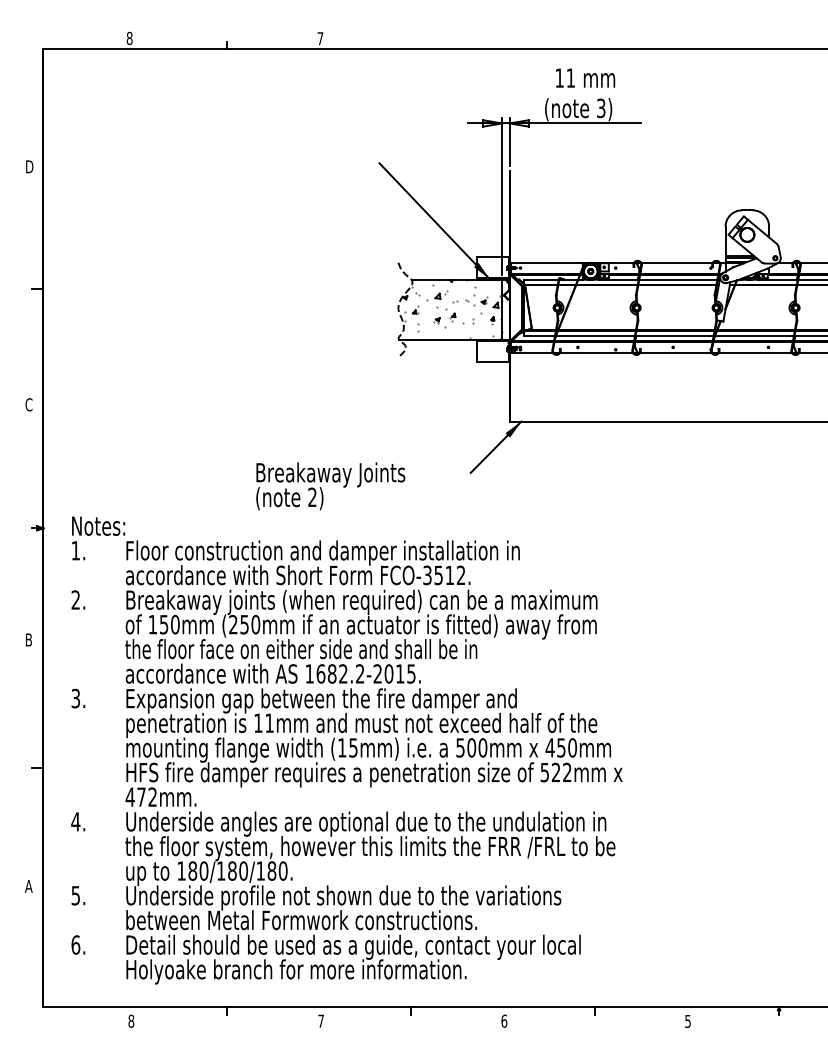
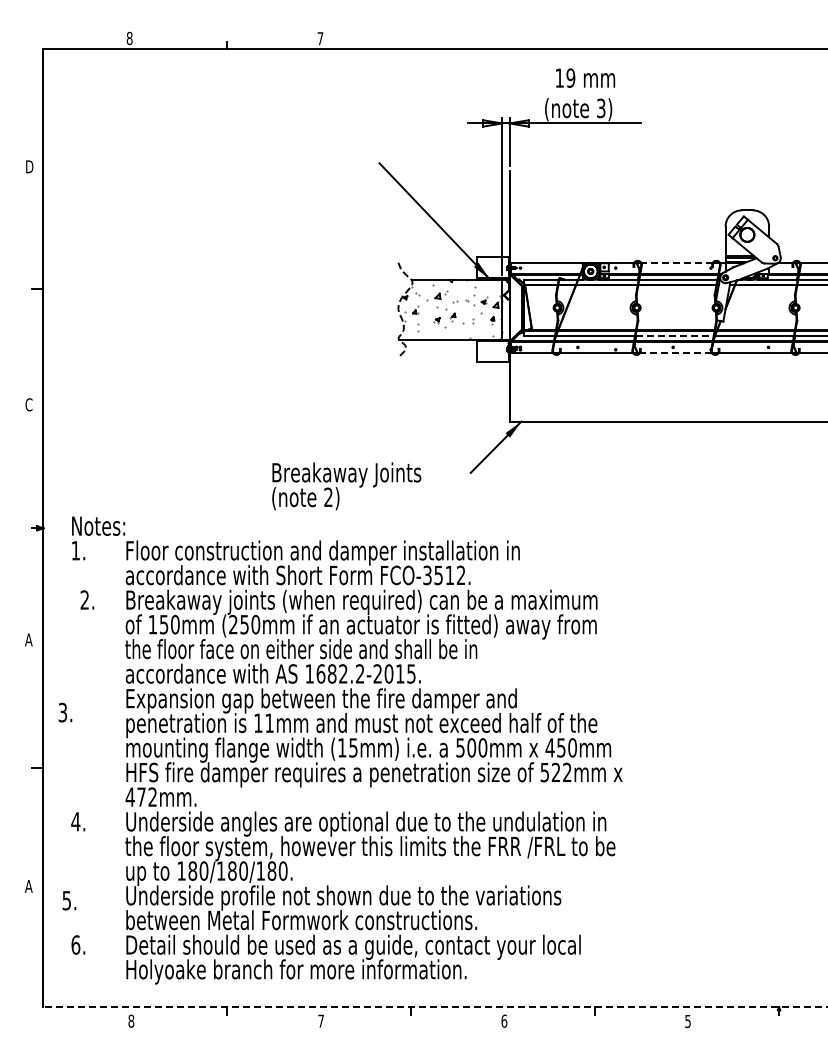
text at (570, 77): 11 -> 19
line at (677, 262): solid -> dashed
line at (675, 336): solid -> dashed
line at (675, 353): solid -> dashed
text at (330, 486) position: (330, 486) -> (346, 486)
text at (78, 599) position: (78, 599) -> (87, 599)
text at (28, 639): B -> A
text at (78, 698) position: (78, 698) -> (65, 712)
text at (78, 895) position: (78, 895) -> (69, 900)
line at (435, 1007): solid -> dashed
